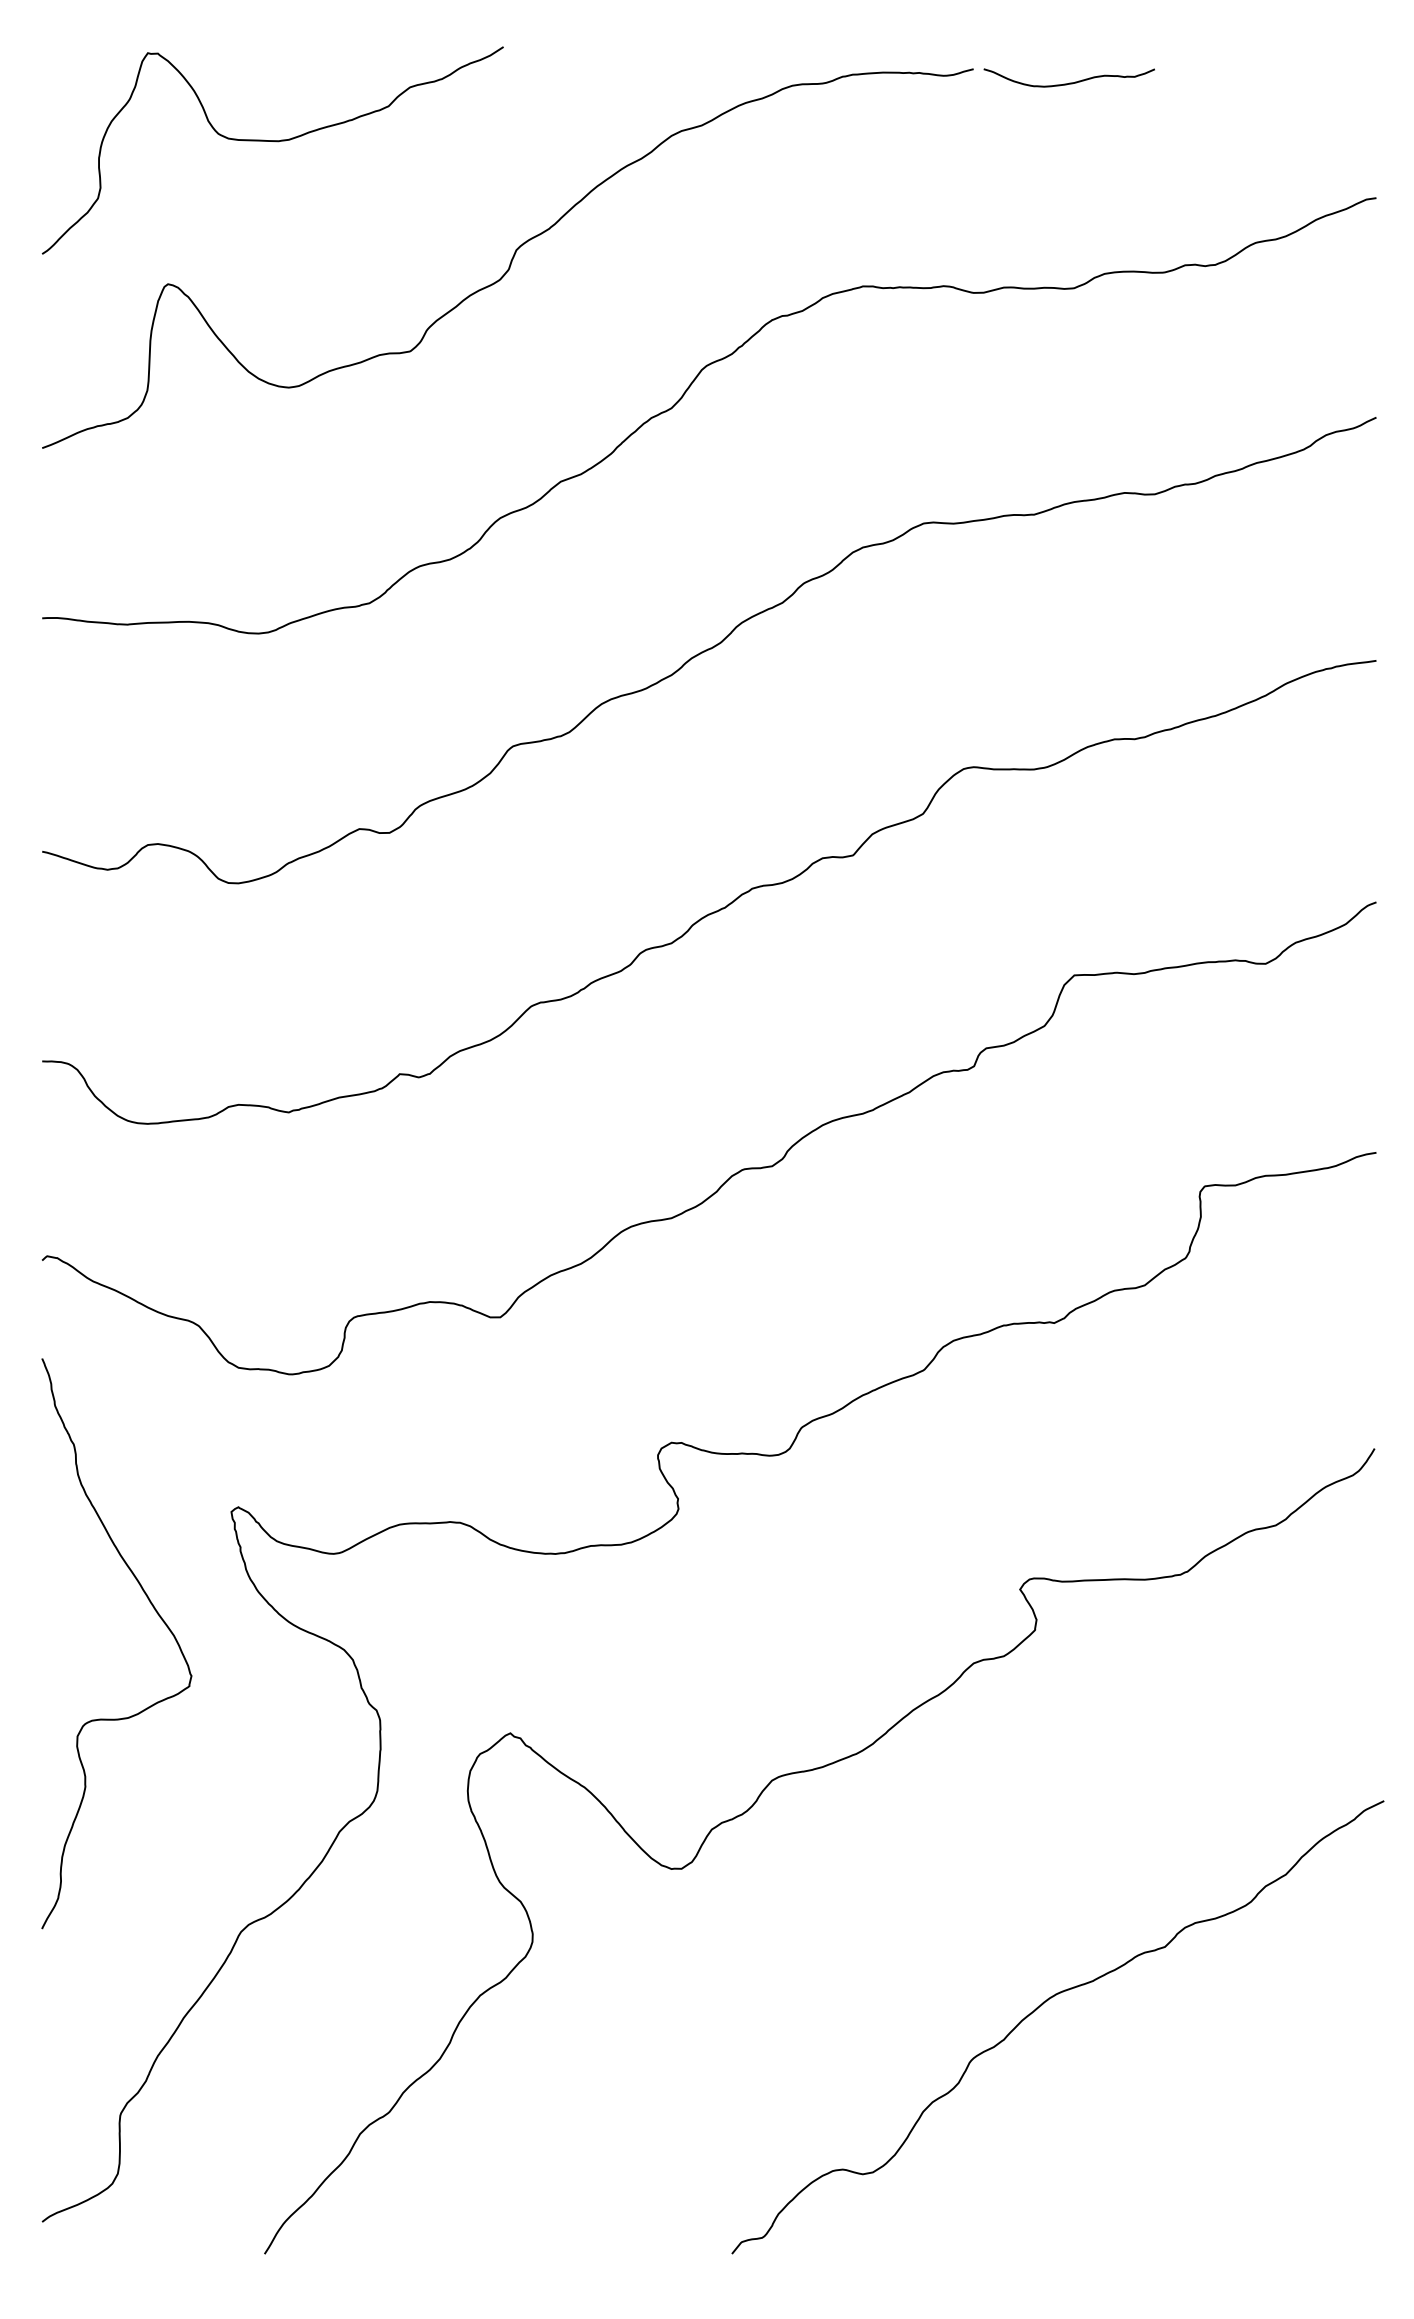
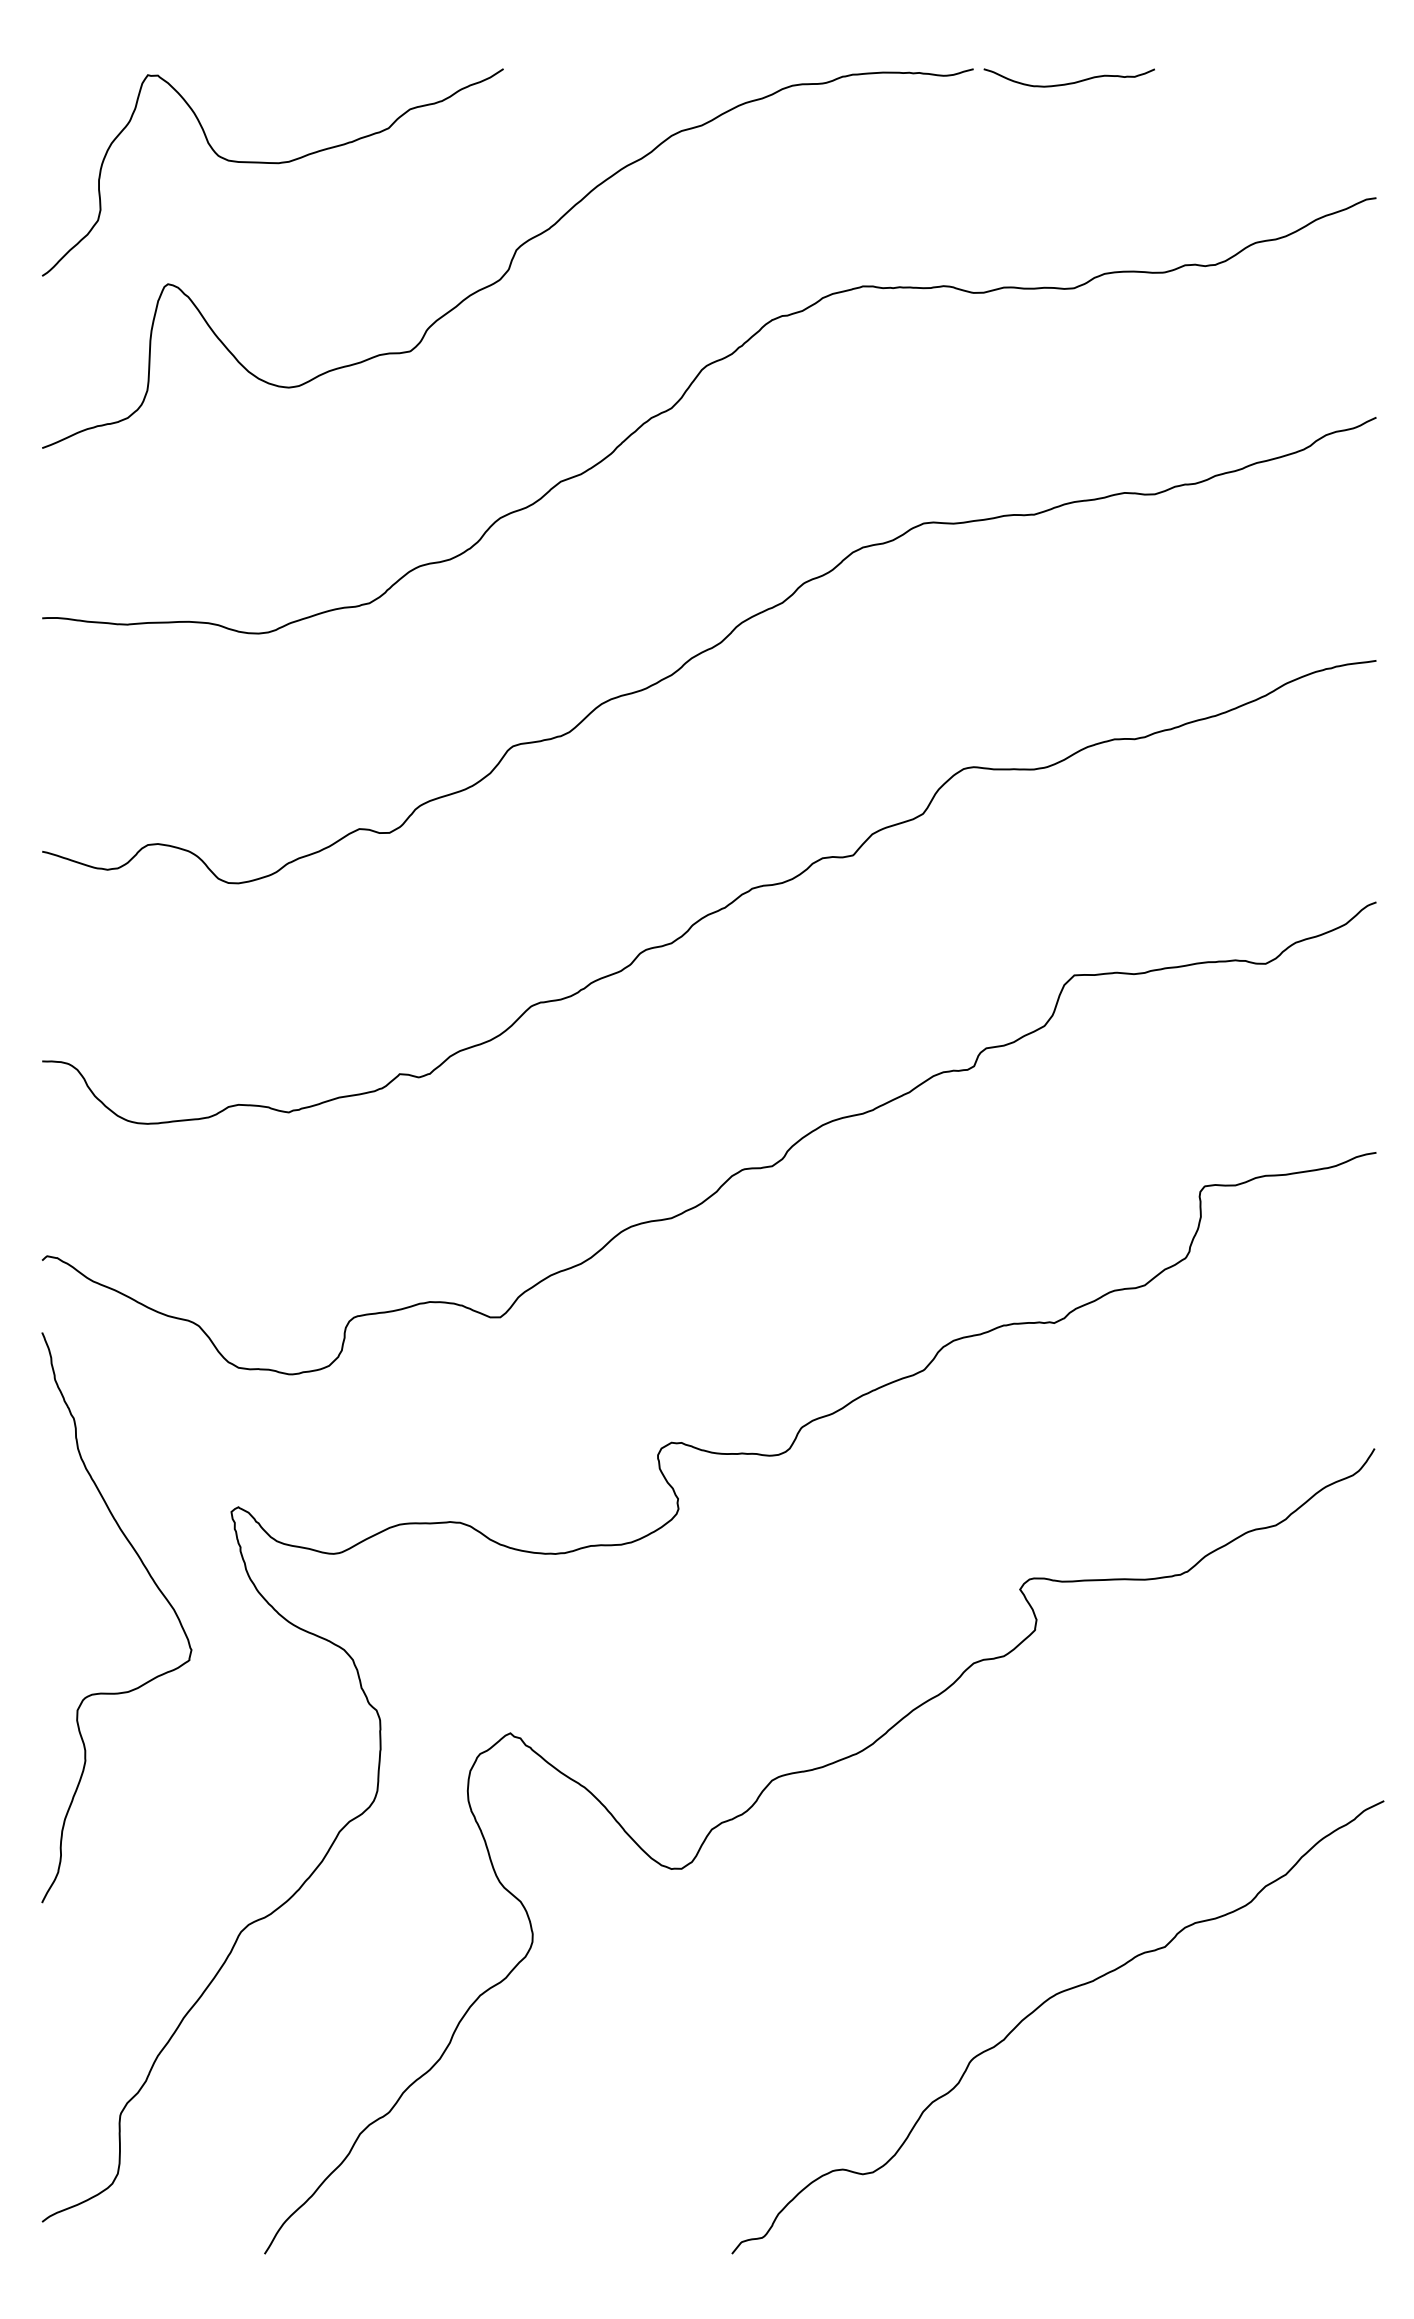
curve at (276, 142) position: (276, 142) -> (276, 164)
curve at (156, 1613) position: (156, 1613) -> (156, 1587)
